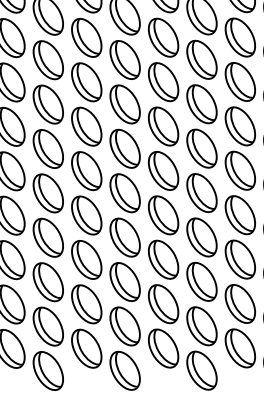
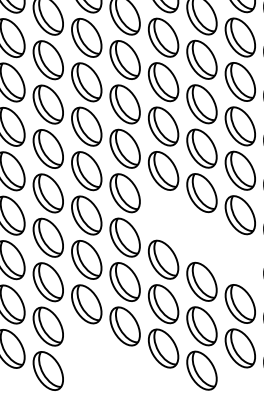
part at (201, 237): present -> none
part at (105, 359): present -> none
